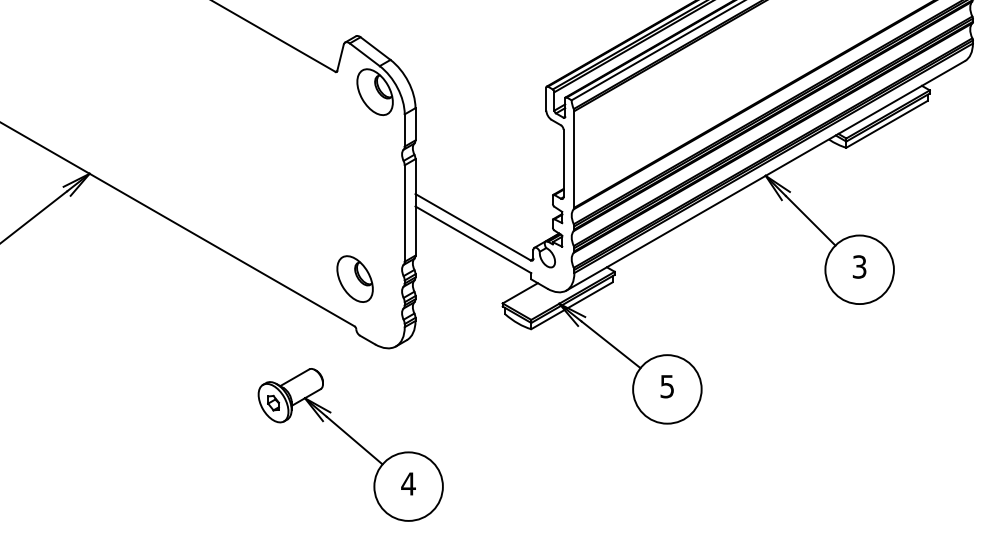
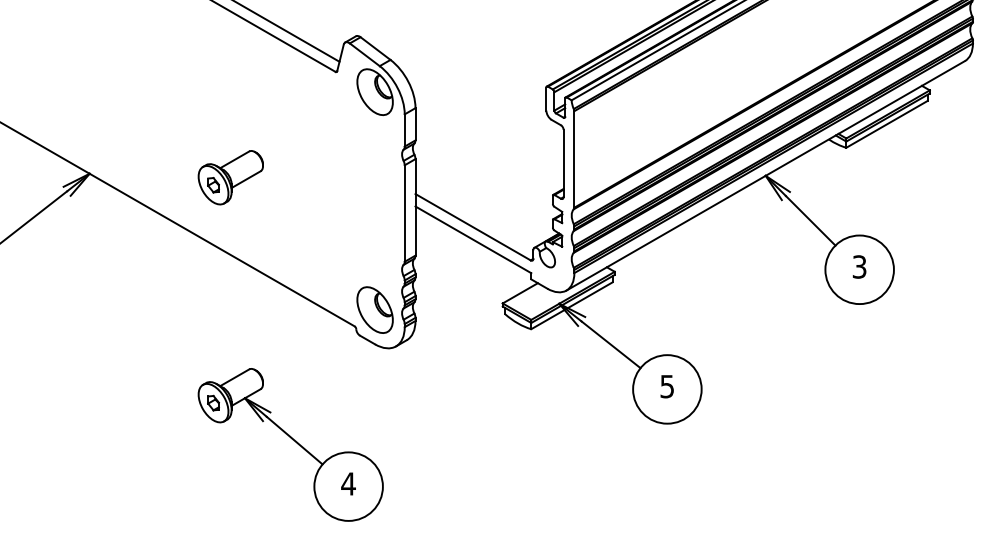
line at (287, 31): none -> present
part at (230, 177): none -> present
part at (354, 278) position: (354, 278) -> (374, 309)
part at (350, 444) position: (350, 444) -> (290, 444)
